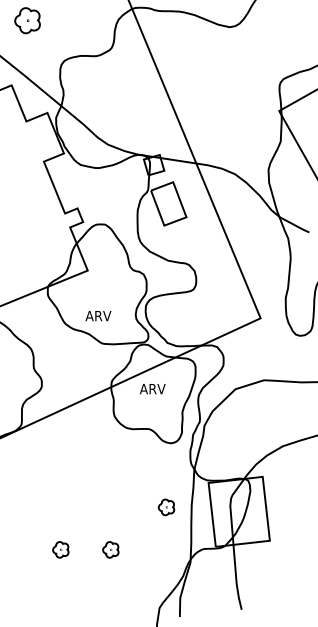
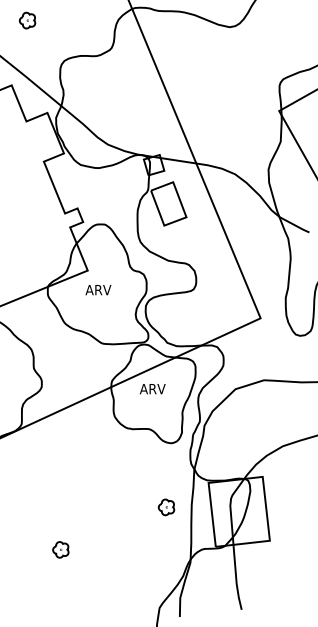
part at (27, 20) size: 27x28 px -> 19x19 px
text at (98, 316) position: (98, 316) -> (98, 290)
part at (110, 549): present -> none
